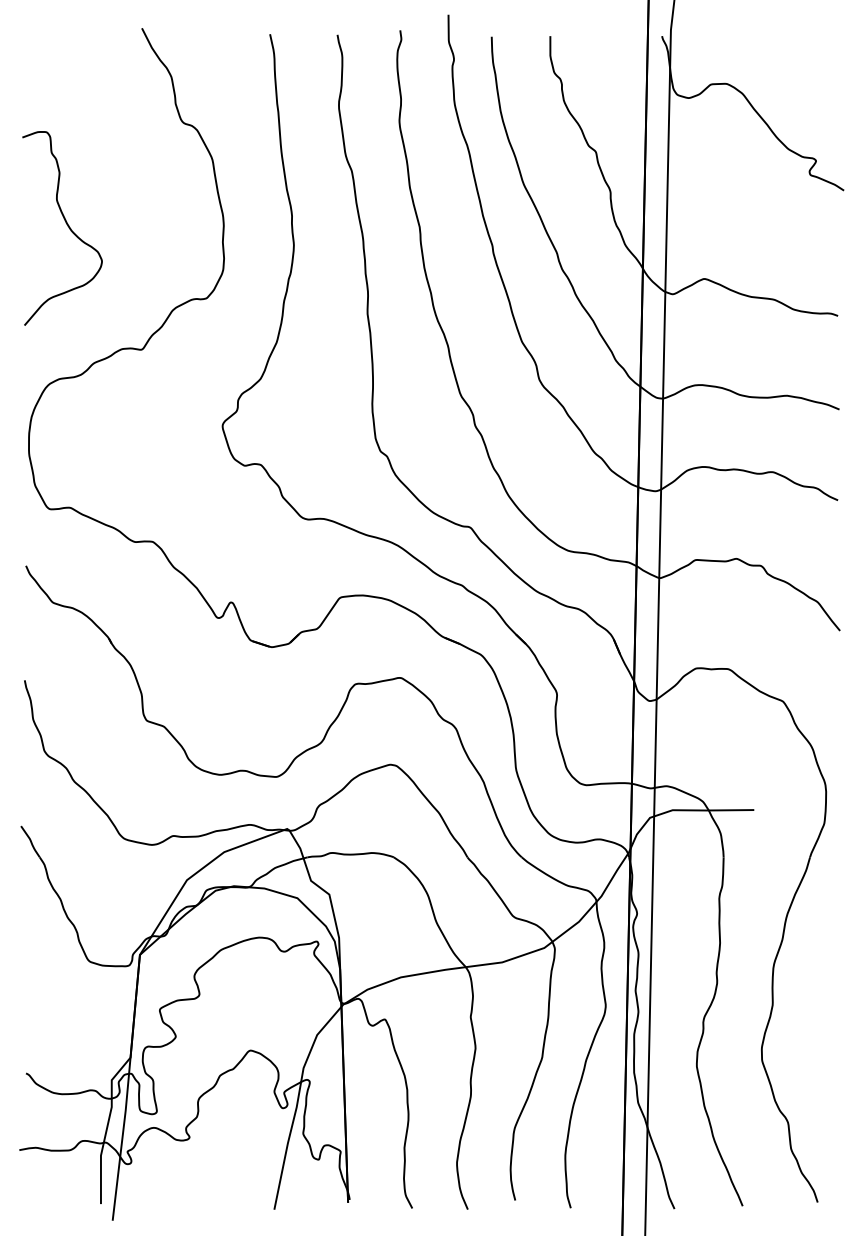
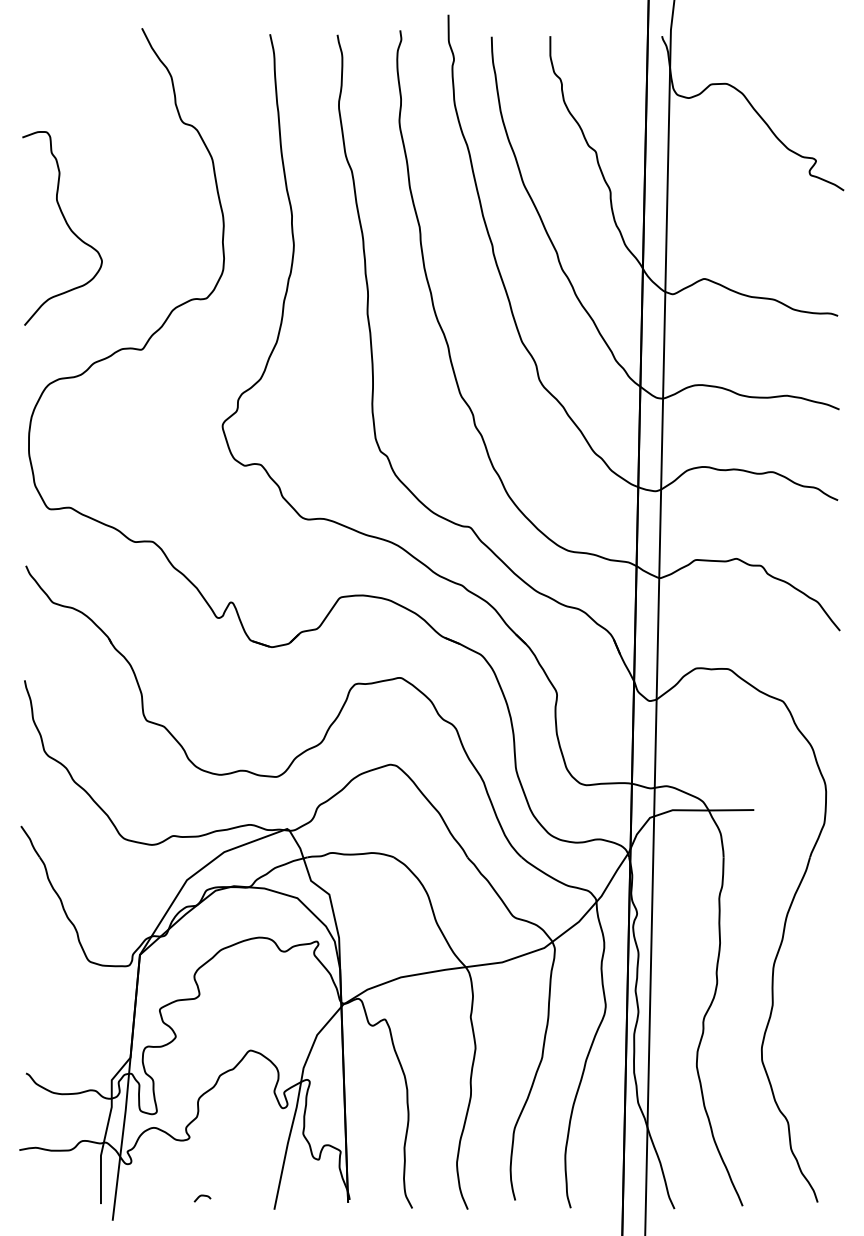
curve at (202, 1196): none -> present
